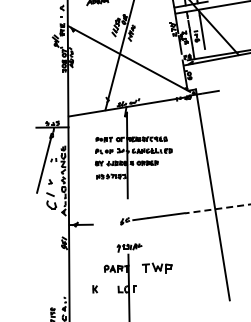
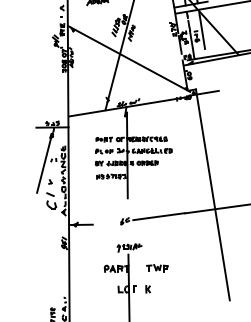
line at (217, 208): dashed -> solid
part at (157, 267) size: 31x12 px -> 23x9 px
part at (94, 289) position: (94, 289) -> (147, 289)
